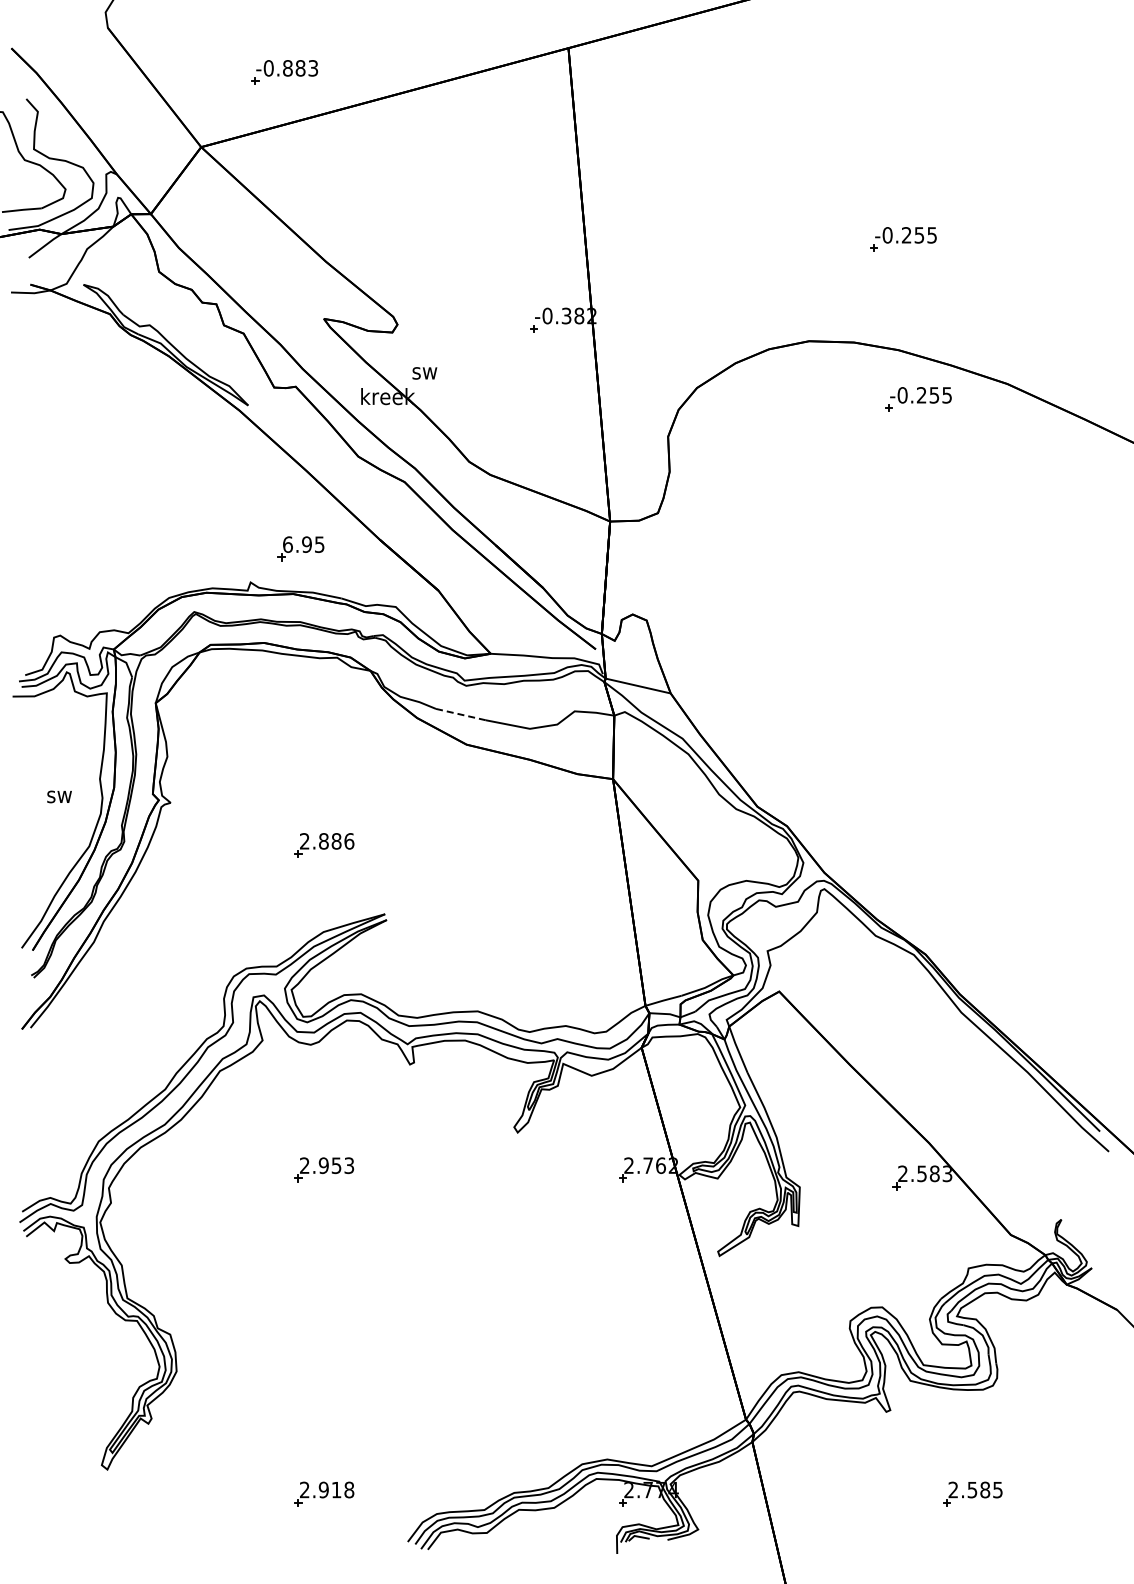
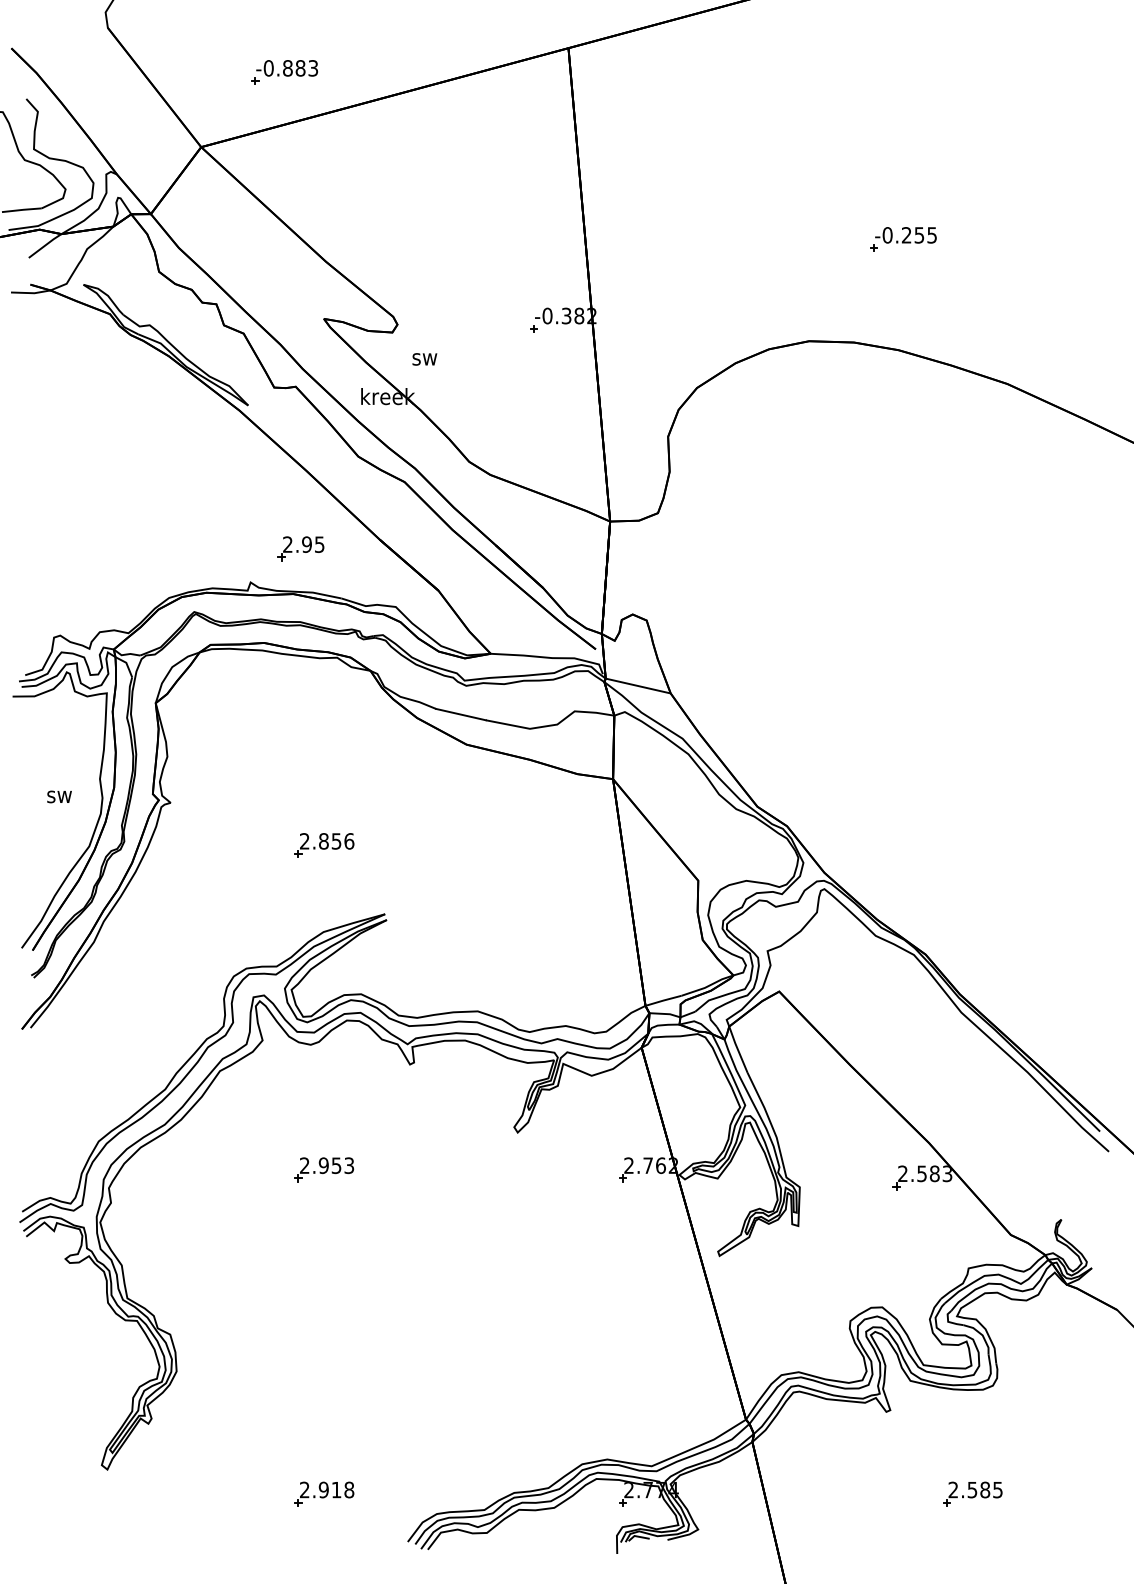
text at (424, 373) position: (424, 373) -> (424, 359)
part at (918, 399): present -> none
text at (287, 544): 6.95 -> 2.95
line at (460, 714): dashed -> solid
text at (336, 841): 2.886 -> 2.856
